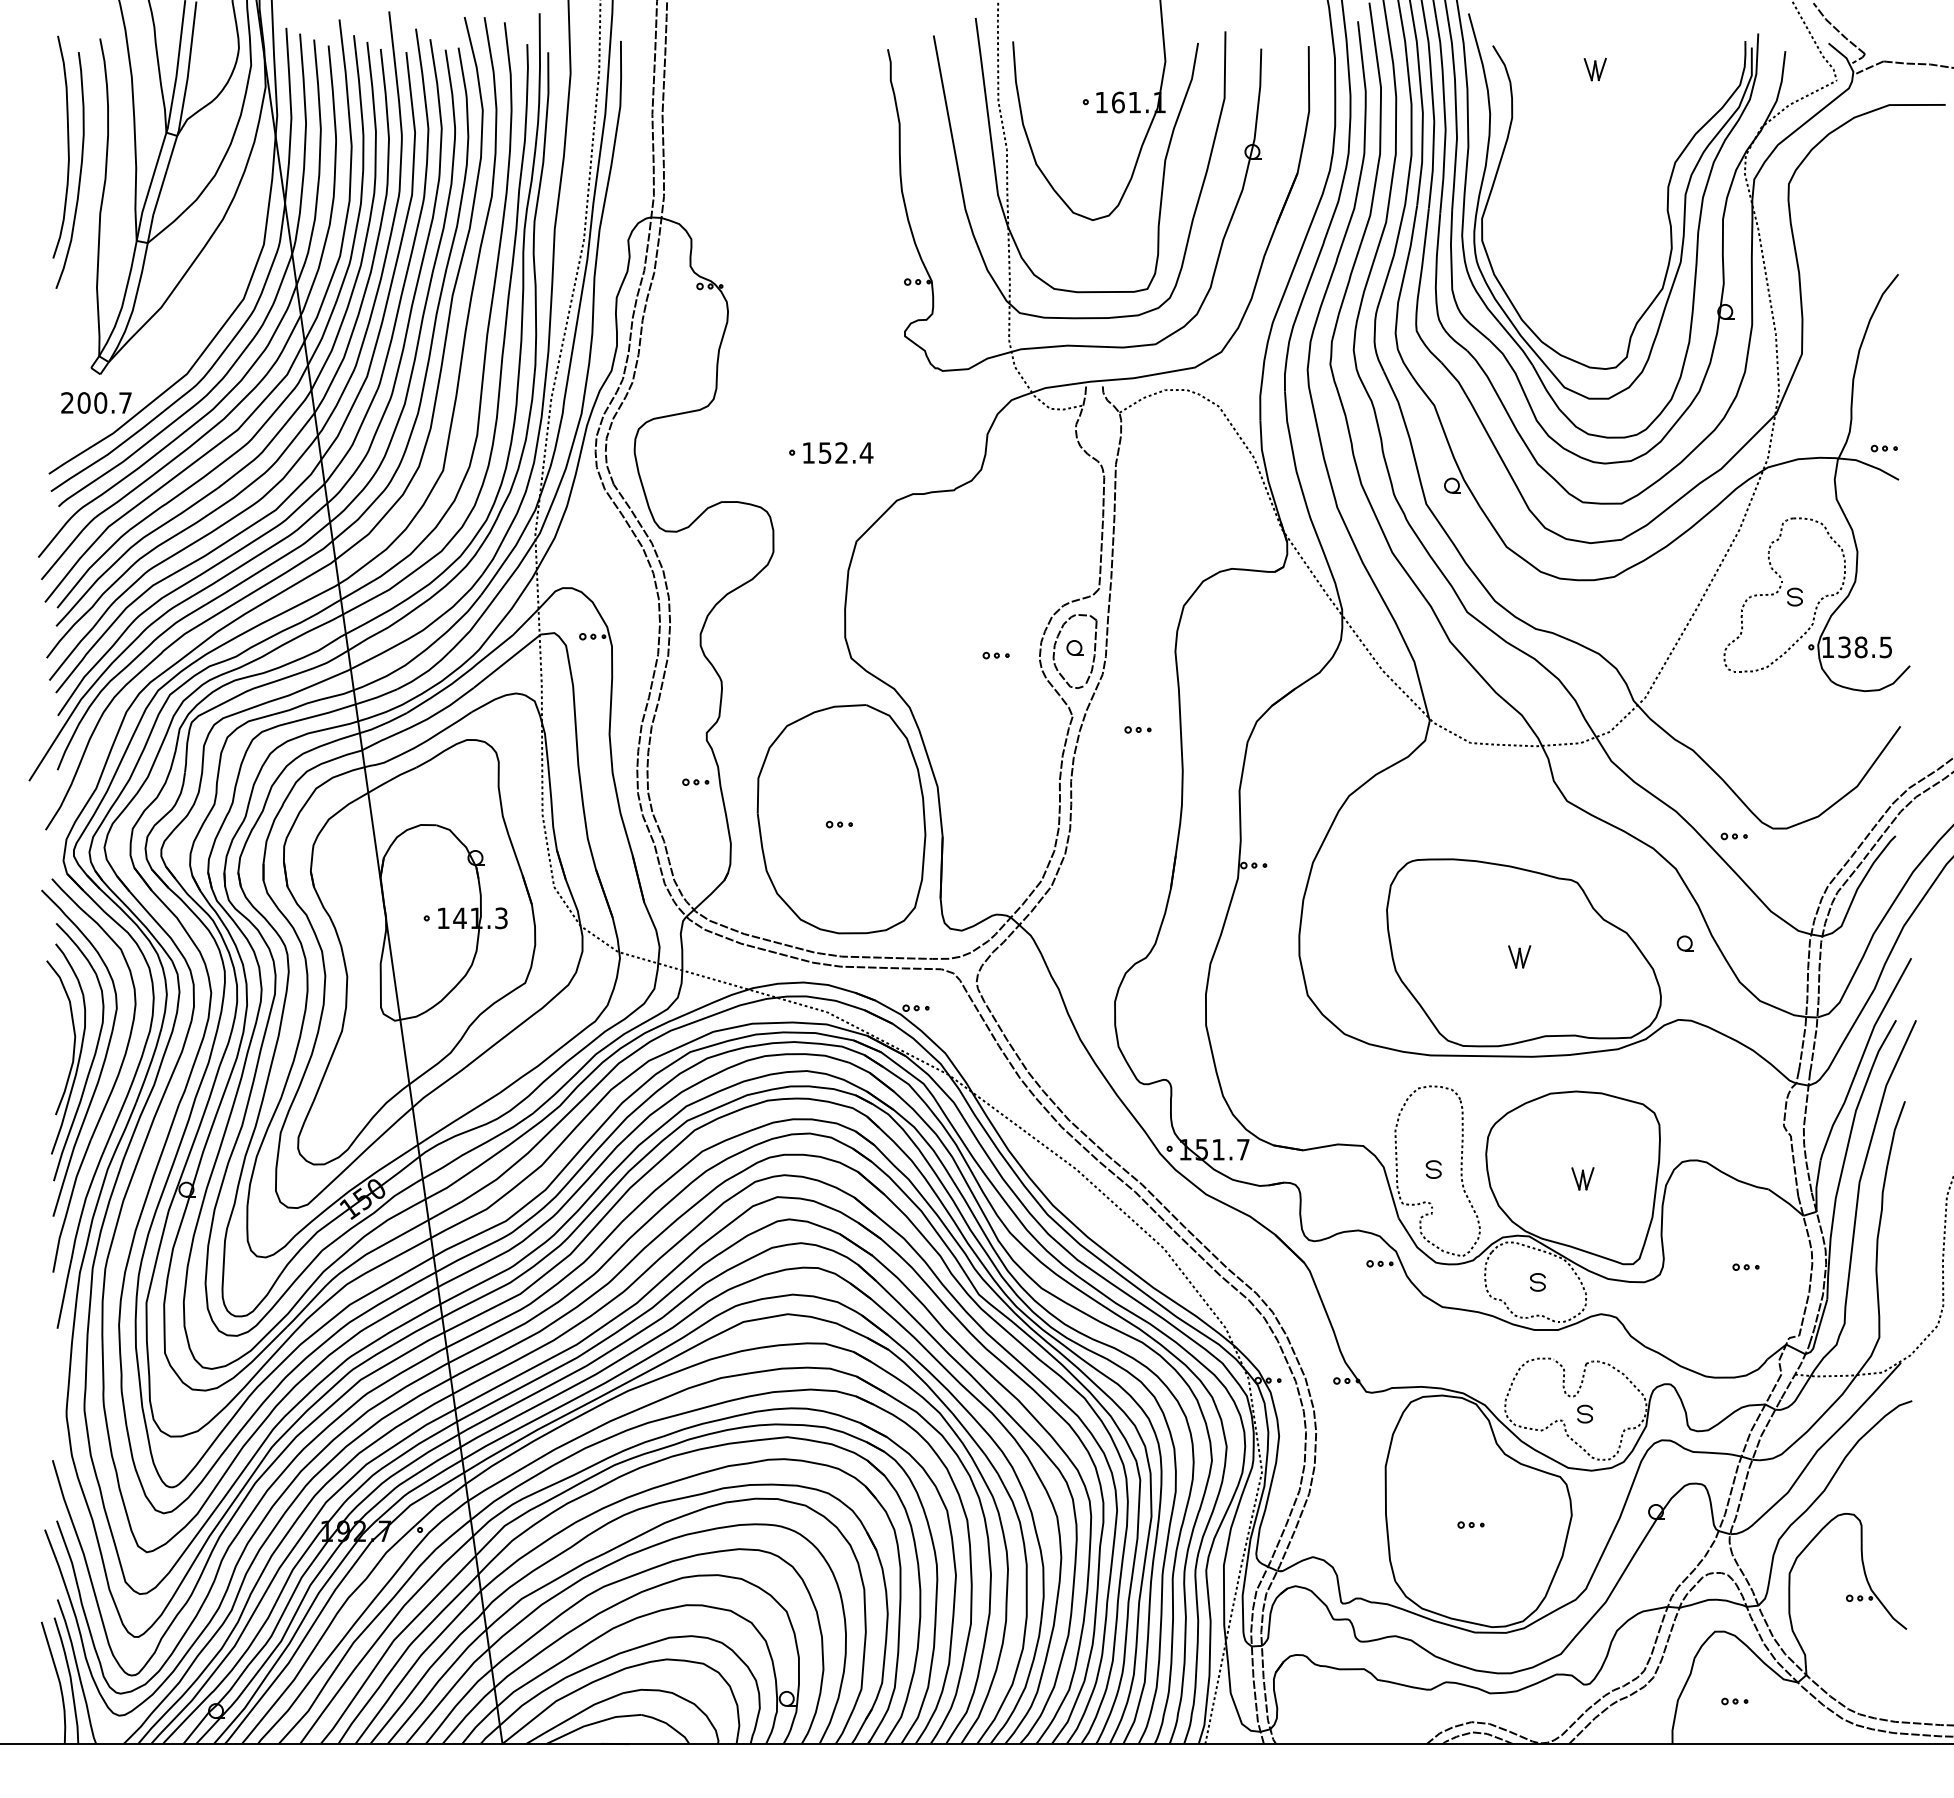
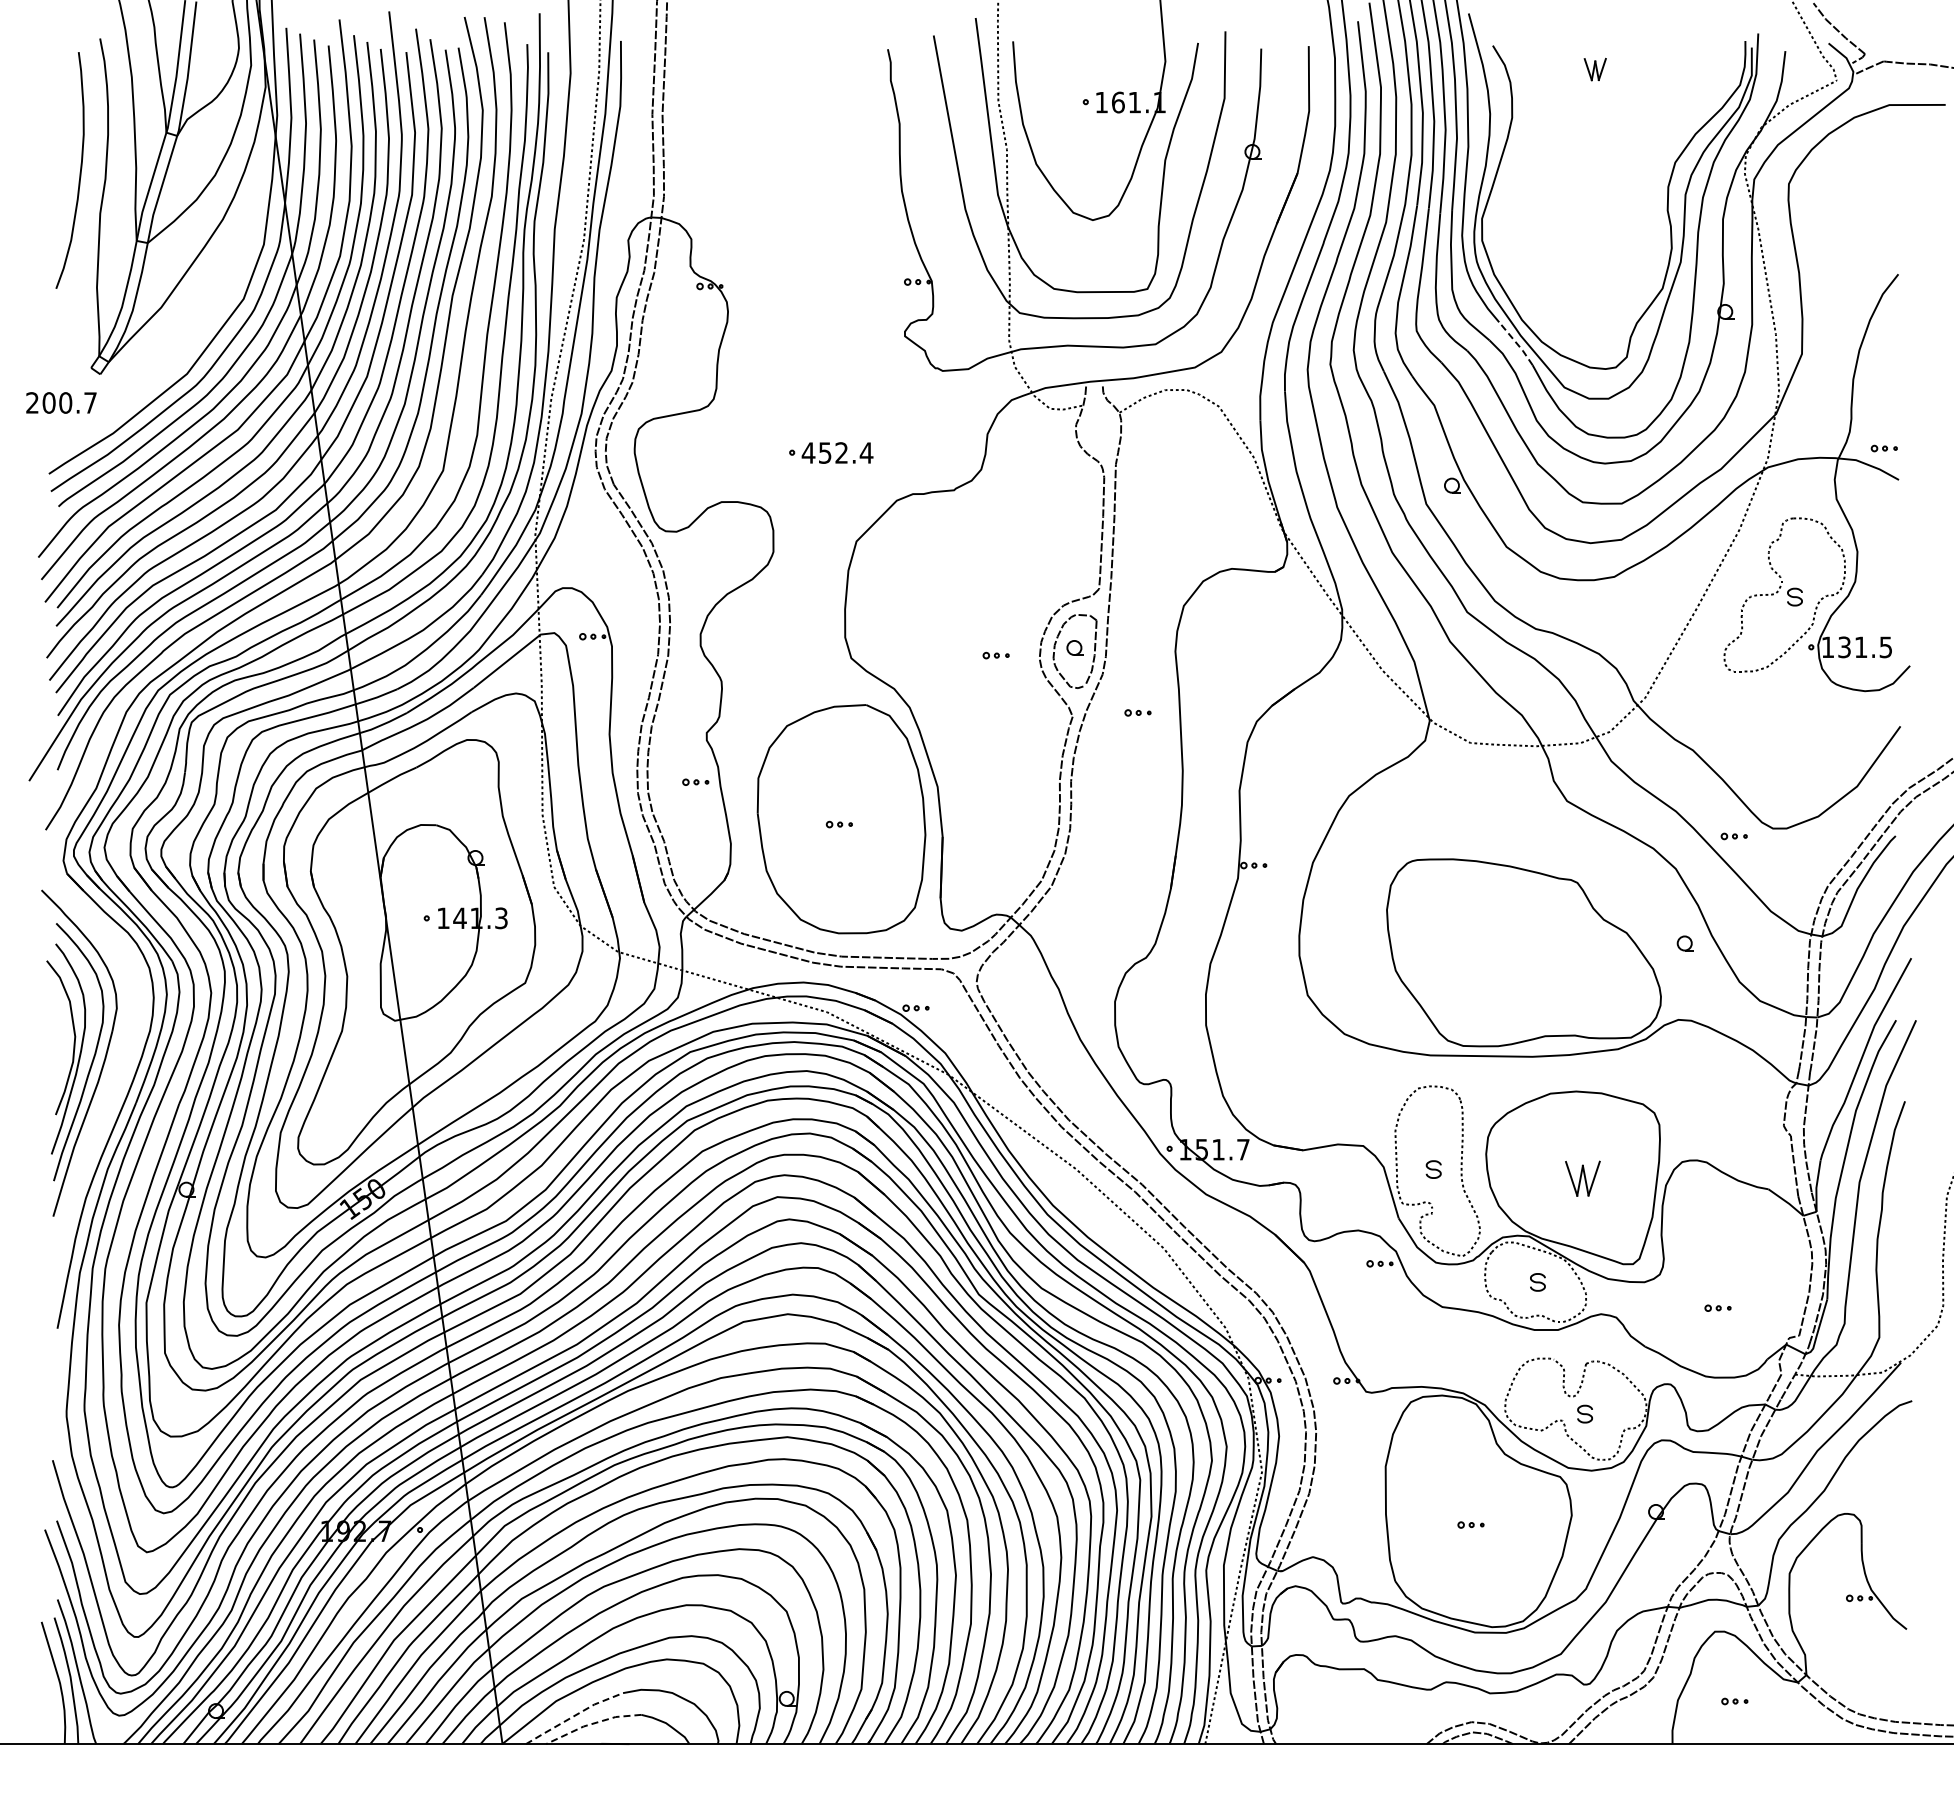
curve at (67, 146): present -> none
line at (1517, 343): solid -> dashed
text at (96, 402) position: (96, 402) -> (61, 402)
text at (808, 452): 152.4 -> 452.4
text at (1860, 647): 138.5 -> 131.5
part at (1137, 729) position: (1137, 729) -> (1137, 712)
part at (1519, 956): present -> none
part at (114, 1081): present -> none
part at (1582, 1178) size: 24x24 px -> 36x37 px
part at (1745, 1266) position: (1745, 1266) -> (1717, 1307)
line at (573, 1716): solid -> dashed
line at (592, 1724): solid -> dashed
